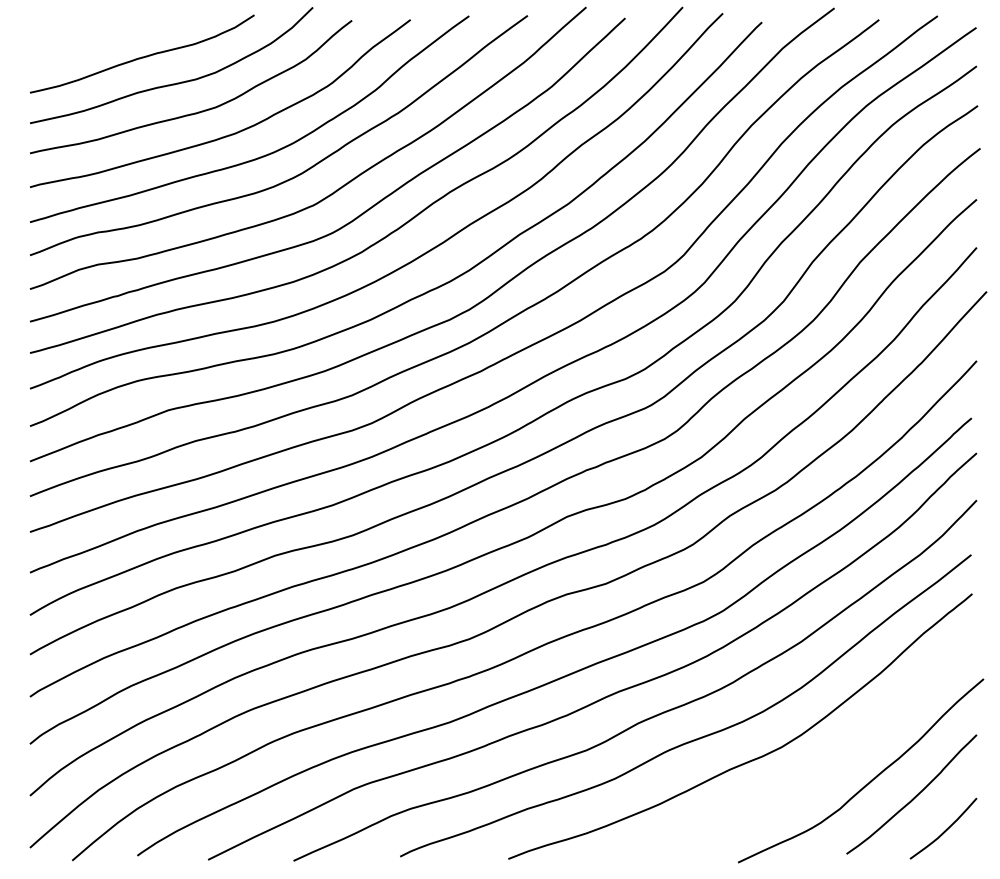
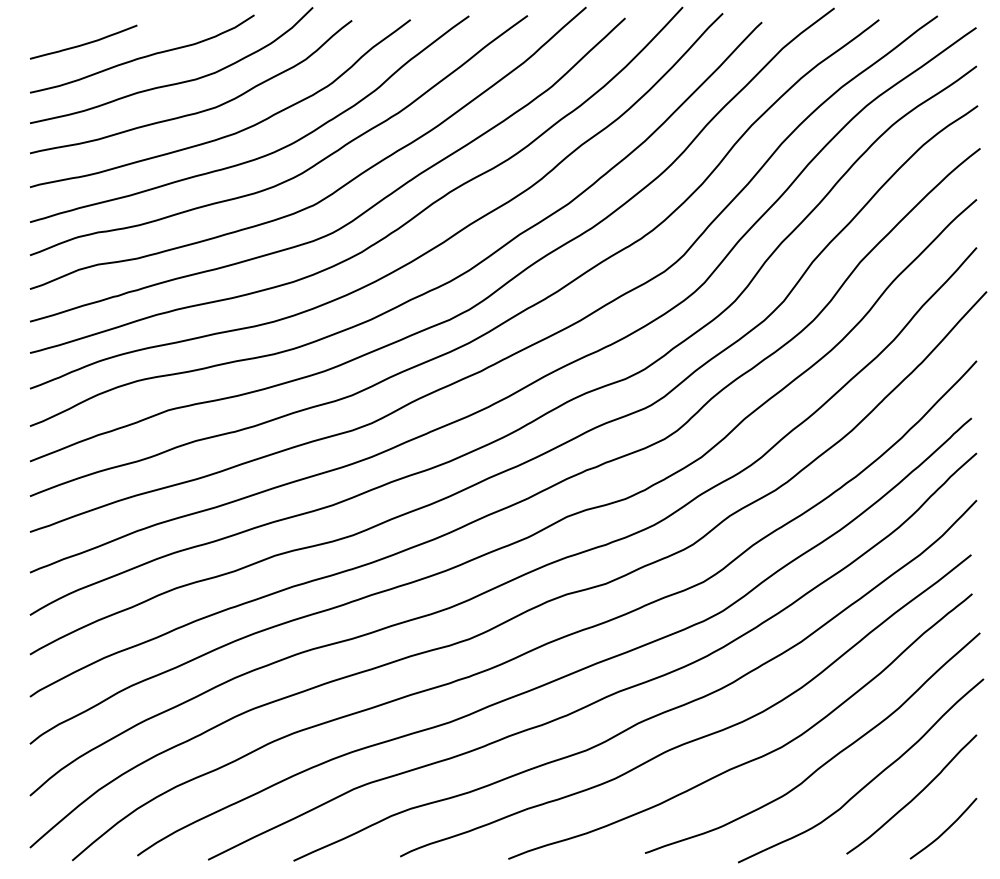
curve at (83, 43): none -> present
curve at (827, 760): none -> present
